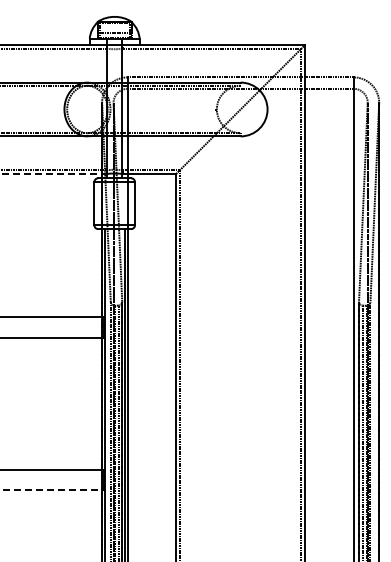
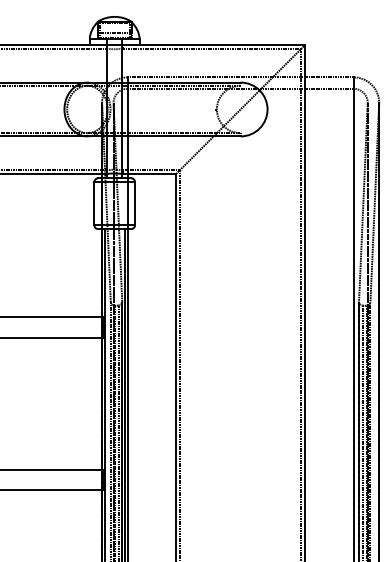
line at (54, 174): dashed -> solid
line at (52, 490): dashed -> solid
